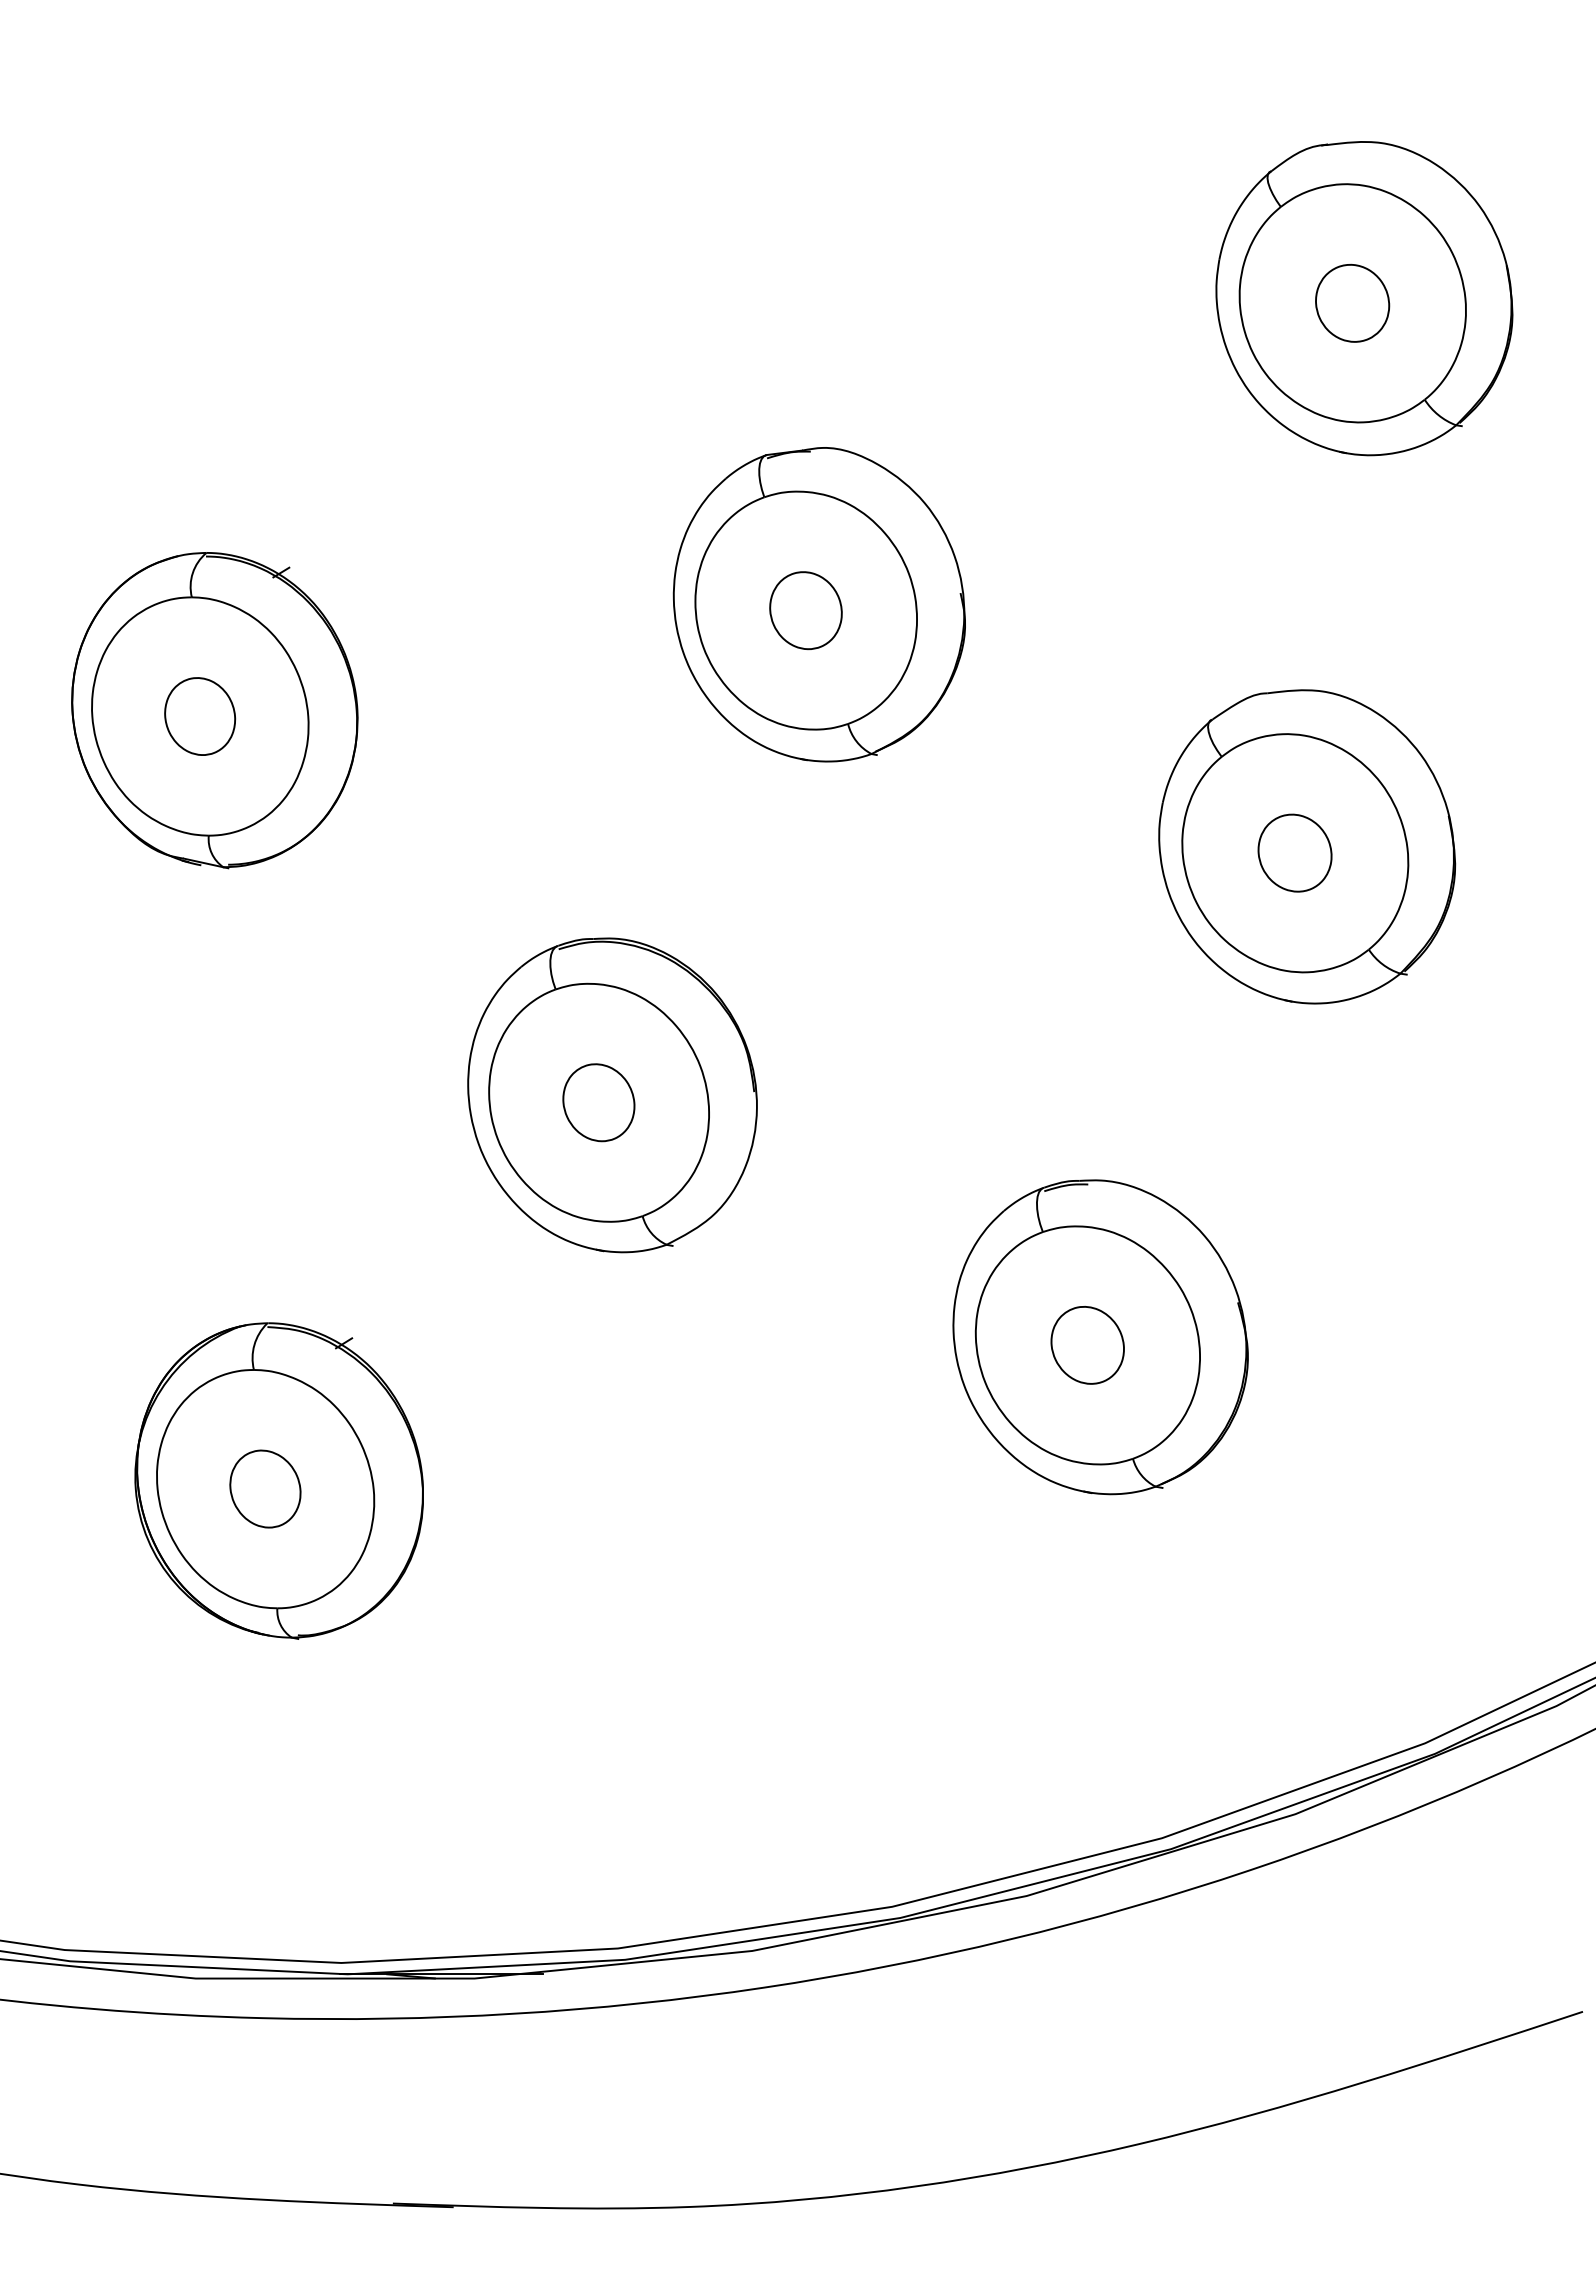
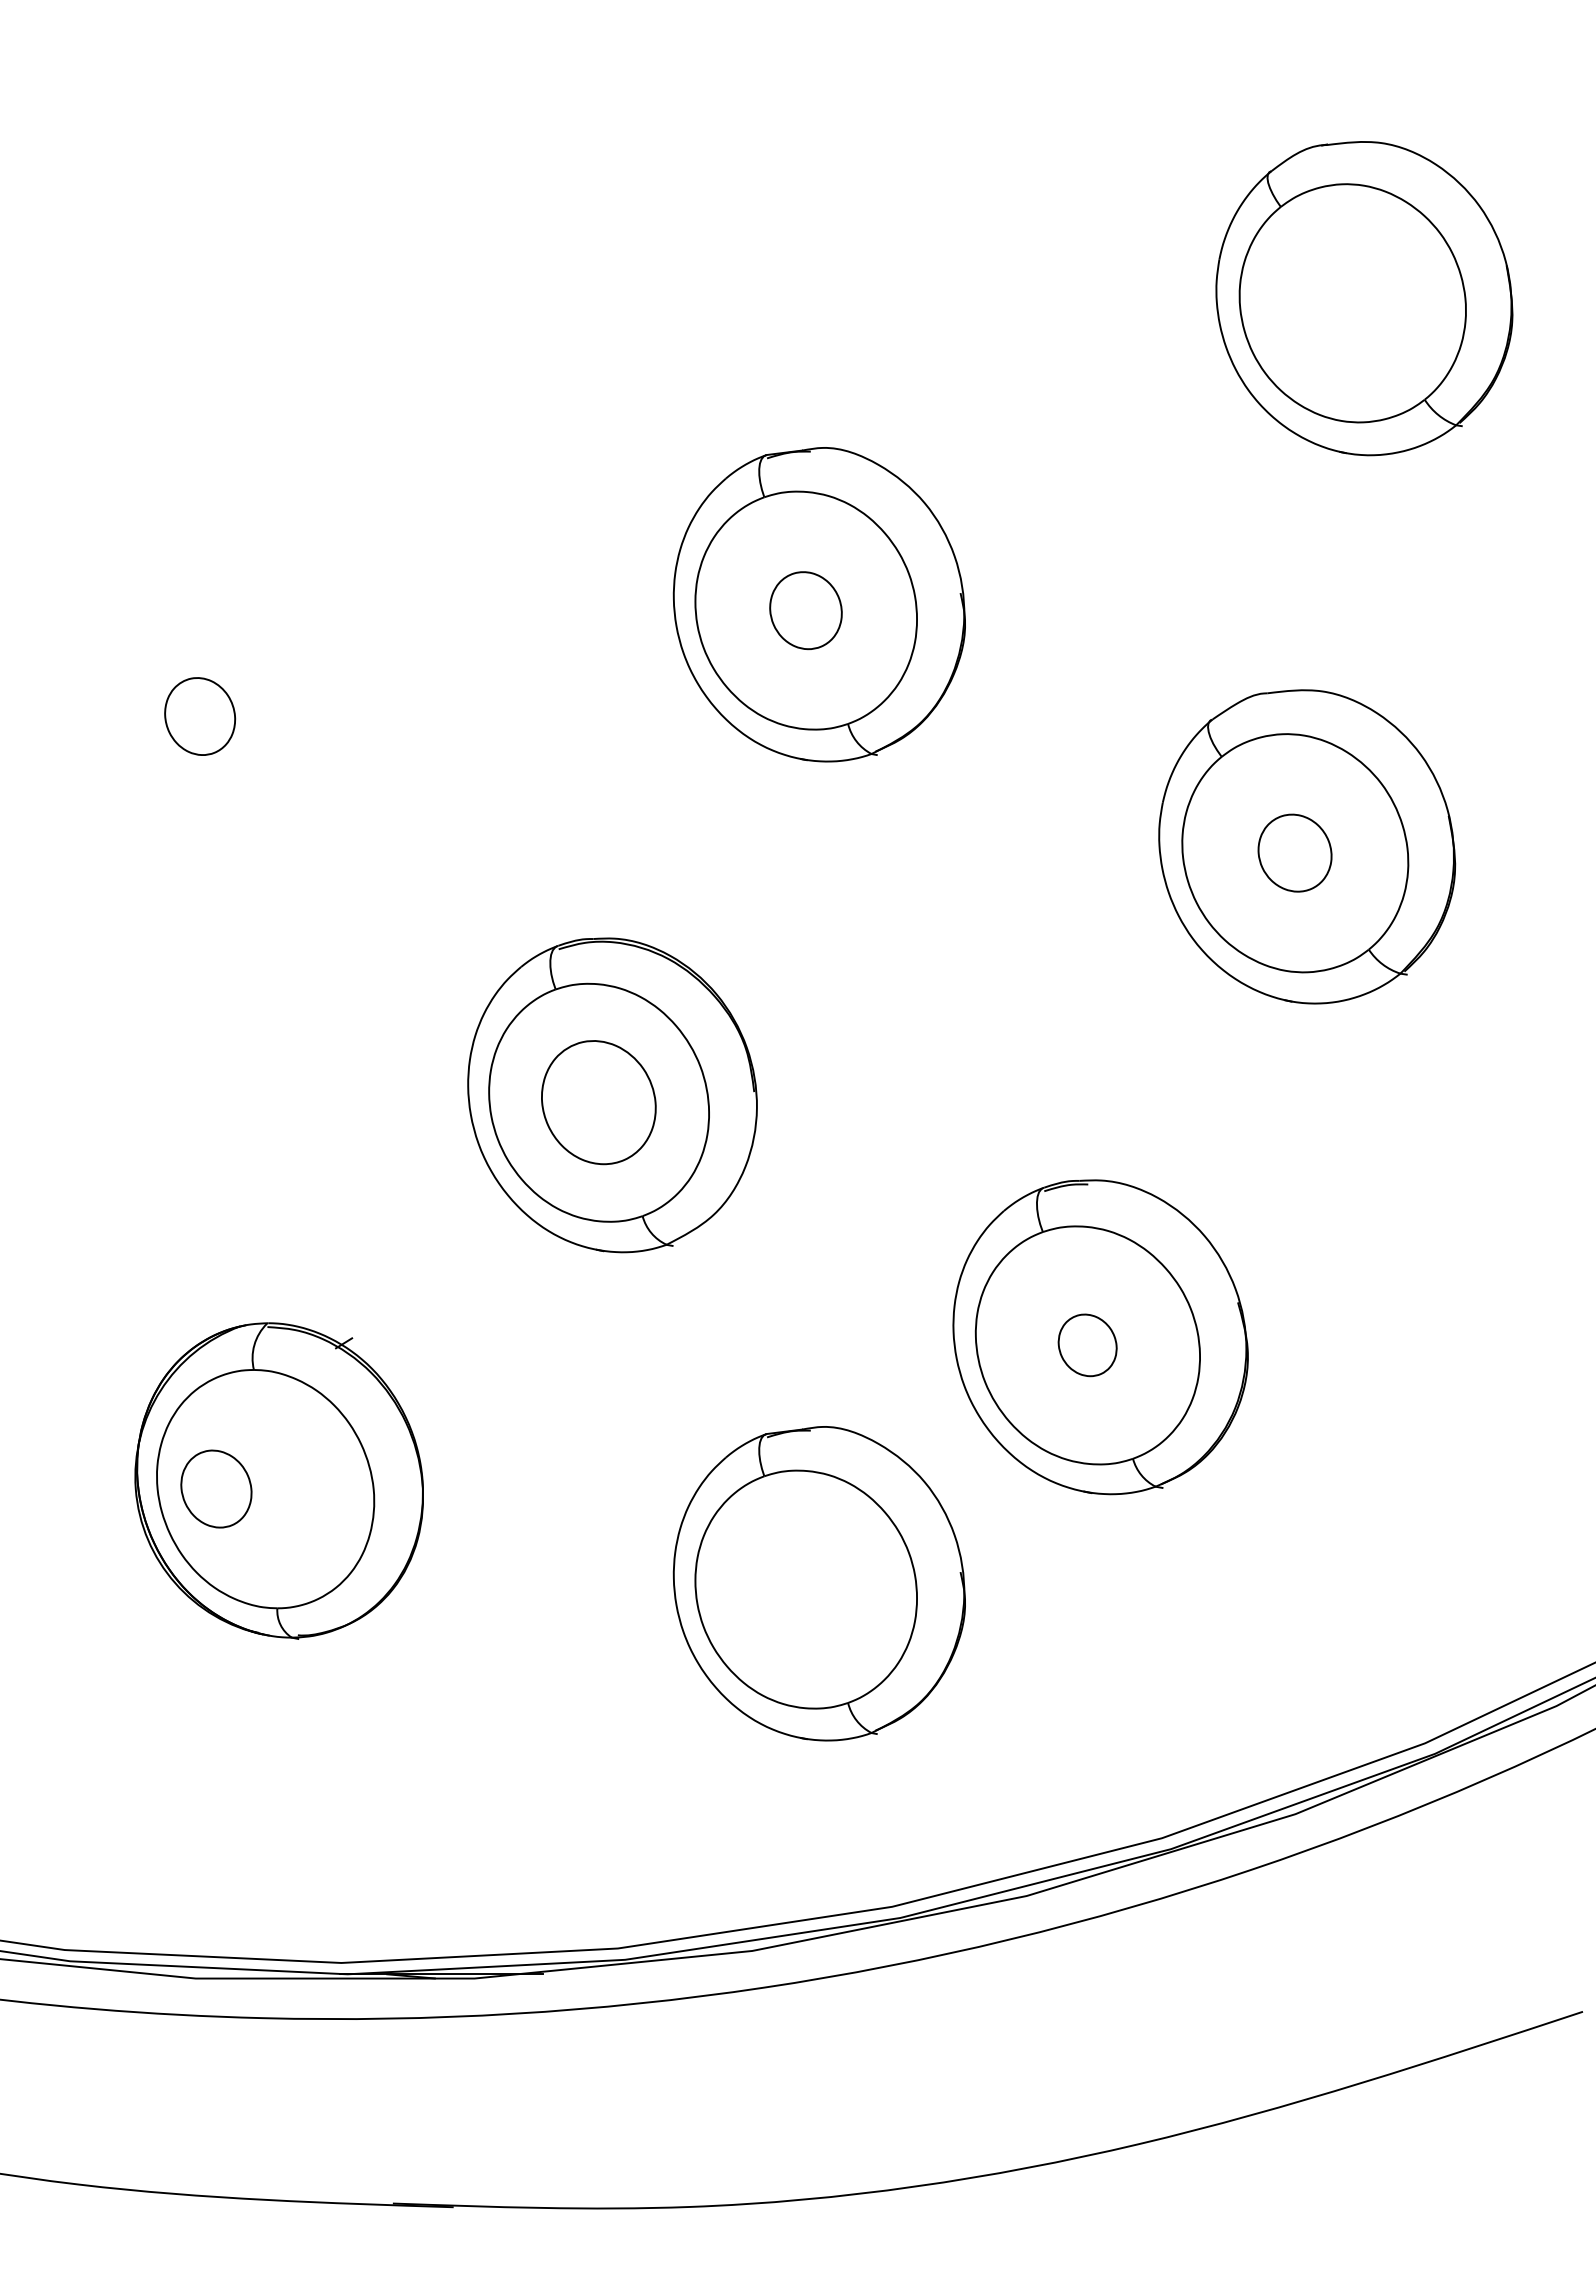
part at (1352, 302): present -> none
part at (214, 710): present -> none
part at (598, 1102) size: 74x80 px -> 116x126 px
part at (1087, 1345) size: 75x79 px -> 61x65 px
part at (265, 1488) position: (265, 1488) -> (216, 1488)
part at (818, 1583): none -> present
